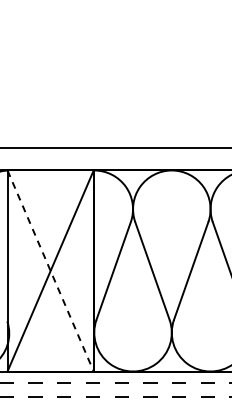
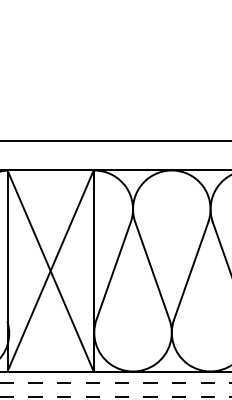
line at (115, 148) position: (115, 148) -> (115, 141)
line at (50, 271): dashed -> solid
